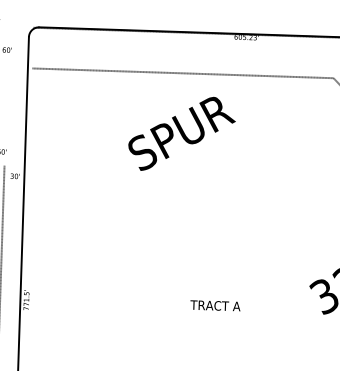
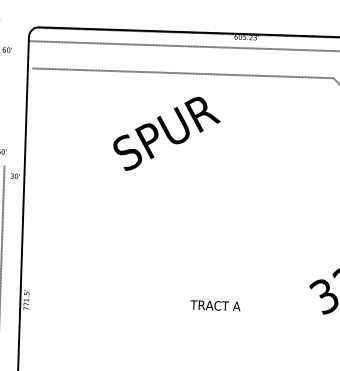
line at (182, 46): none -> present
text at (181, 133) position: (181, 133) -> (166, 133)
